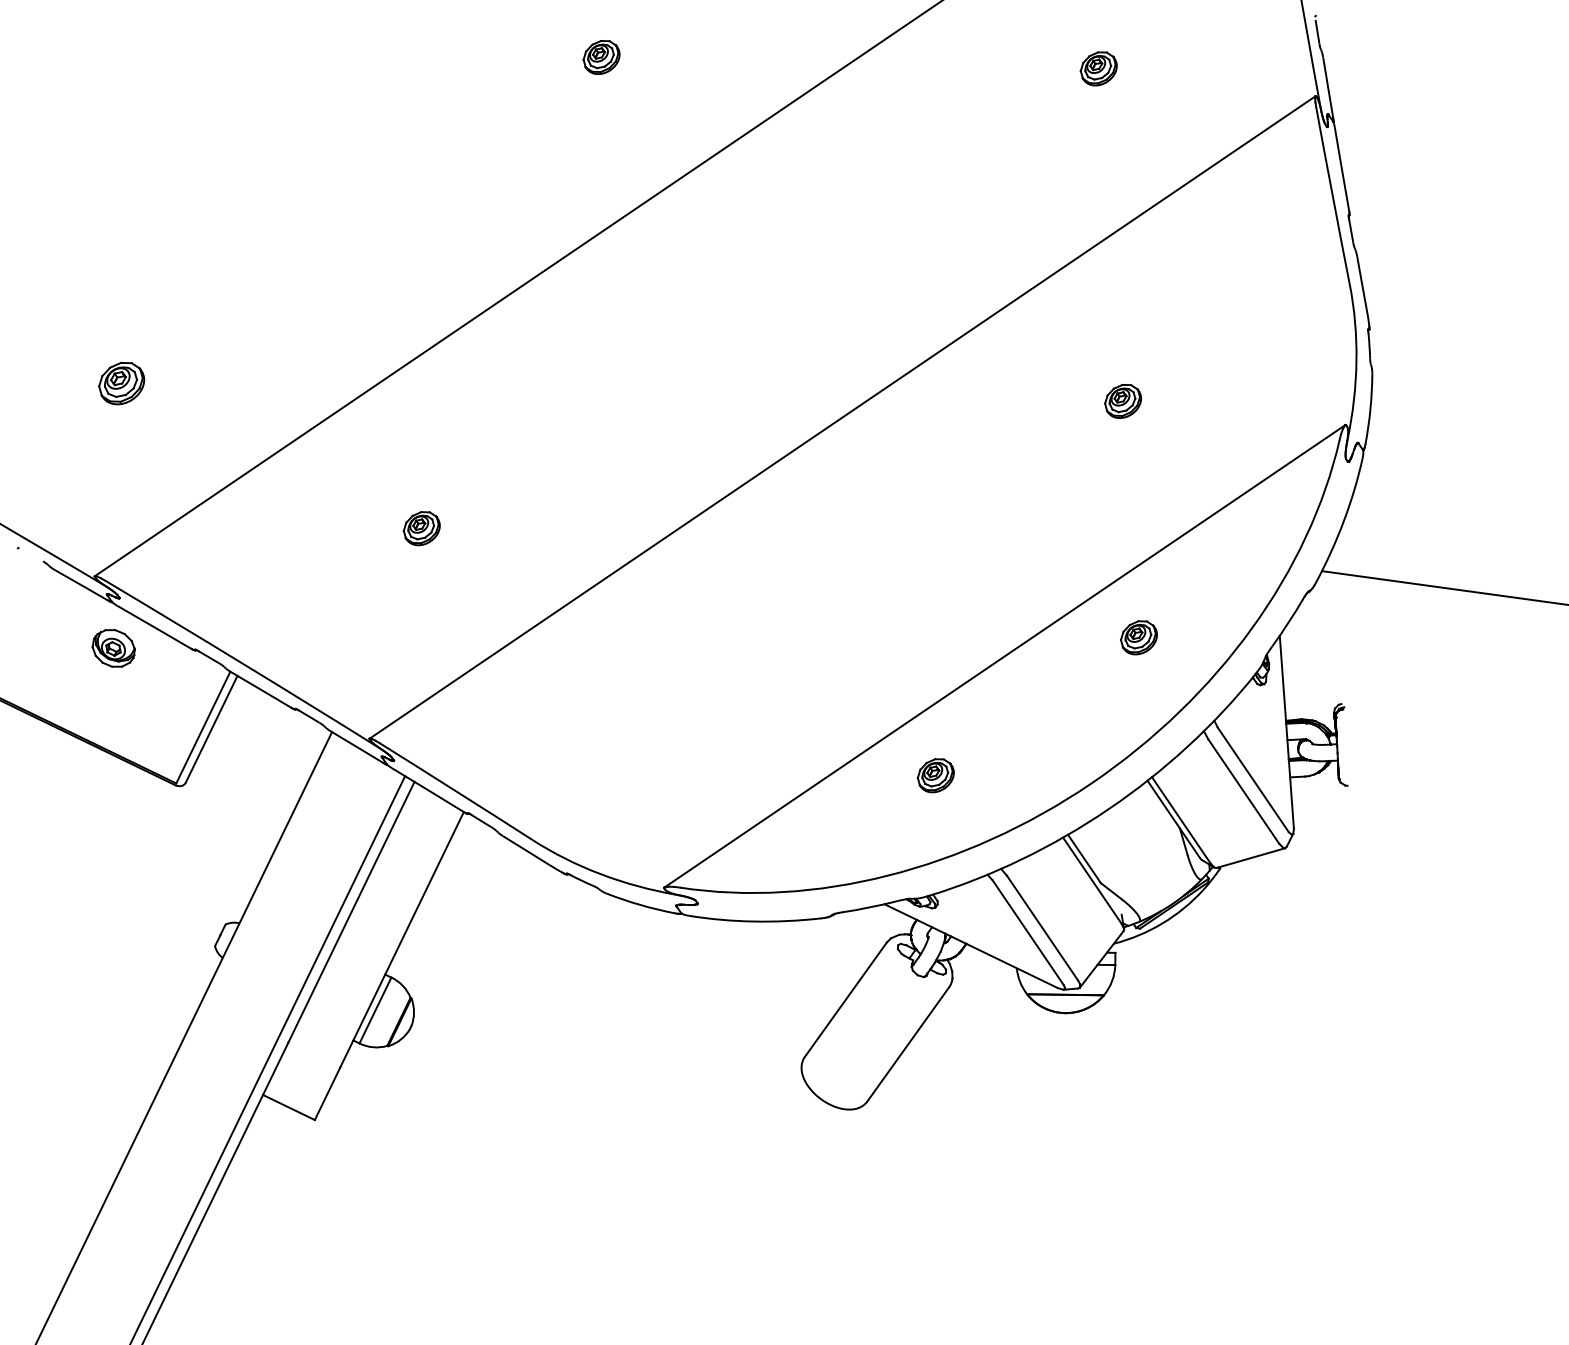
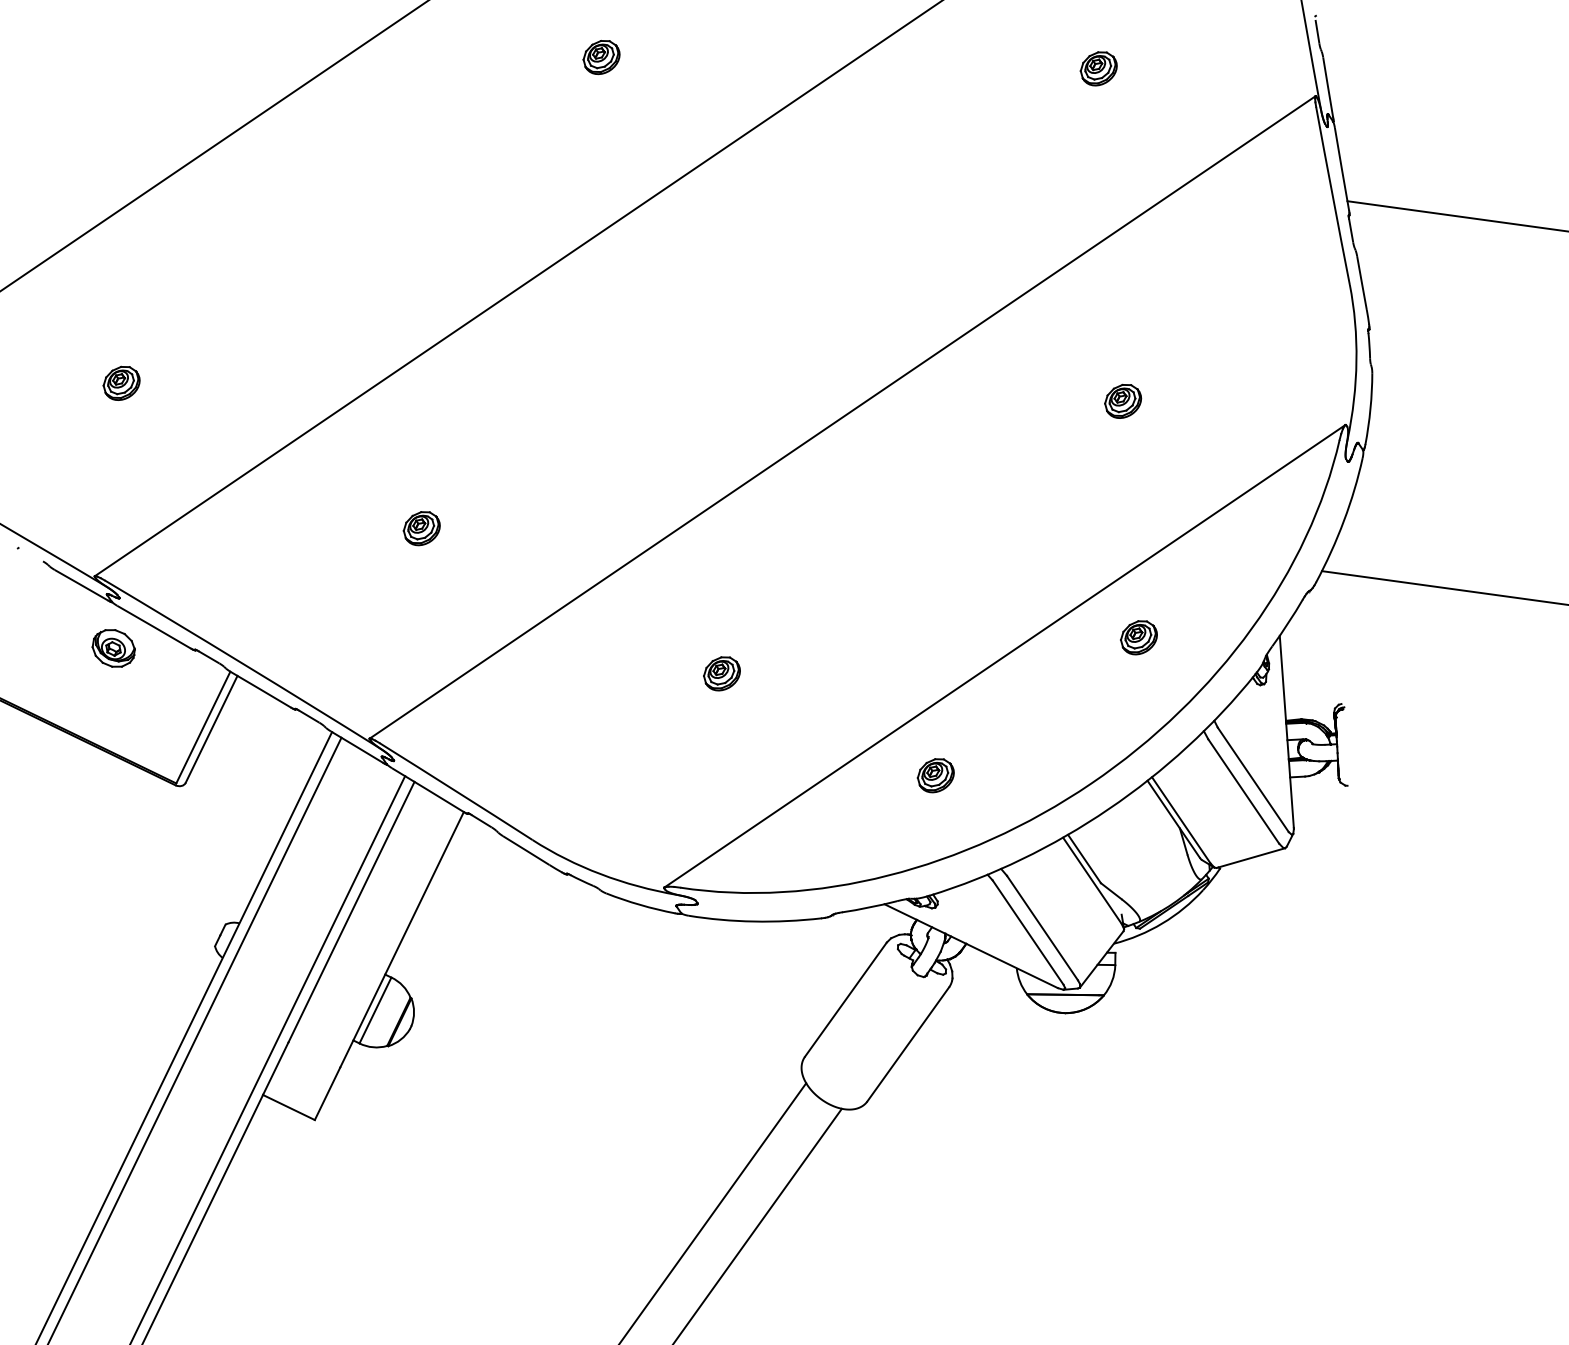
line at (213, 146): none -> present
line at (1456, 216): none -> present
part at (121, 383) size: 48x45 px -> 39x36 px
part at (721, 673): none -> present
line at (195, 1039): none -> present
line at (713, 1212): none -> present
line at (758, 1224): none -> present
